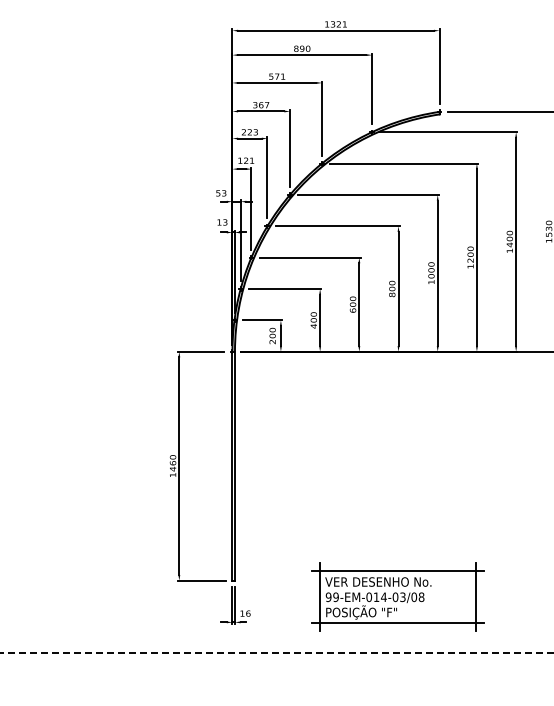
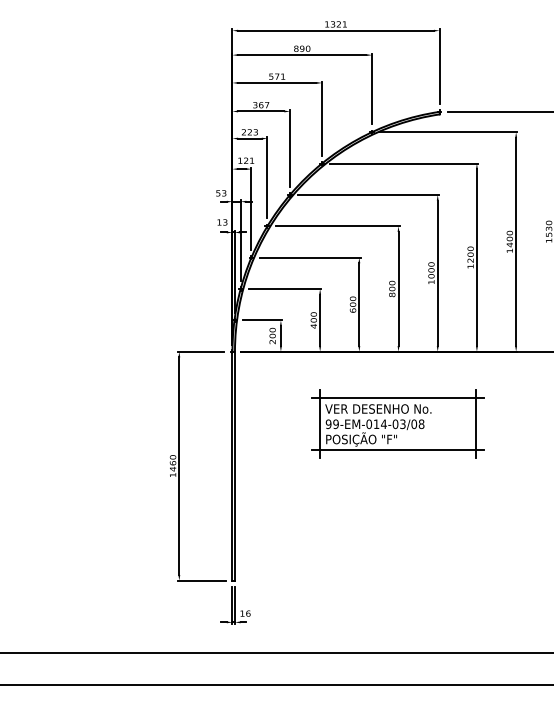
part at (397, 596) position: (397, 596) -> (397, 423)
line at (276, 653): dashed -> solid
line at (276, 684): none -> present
